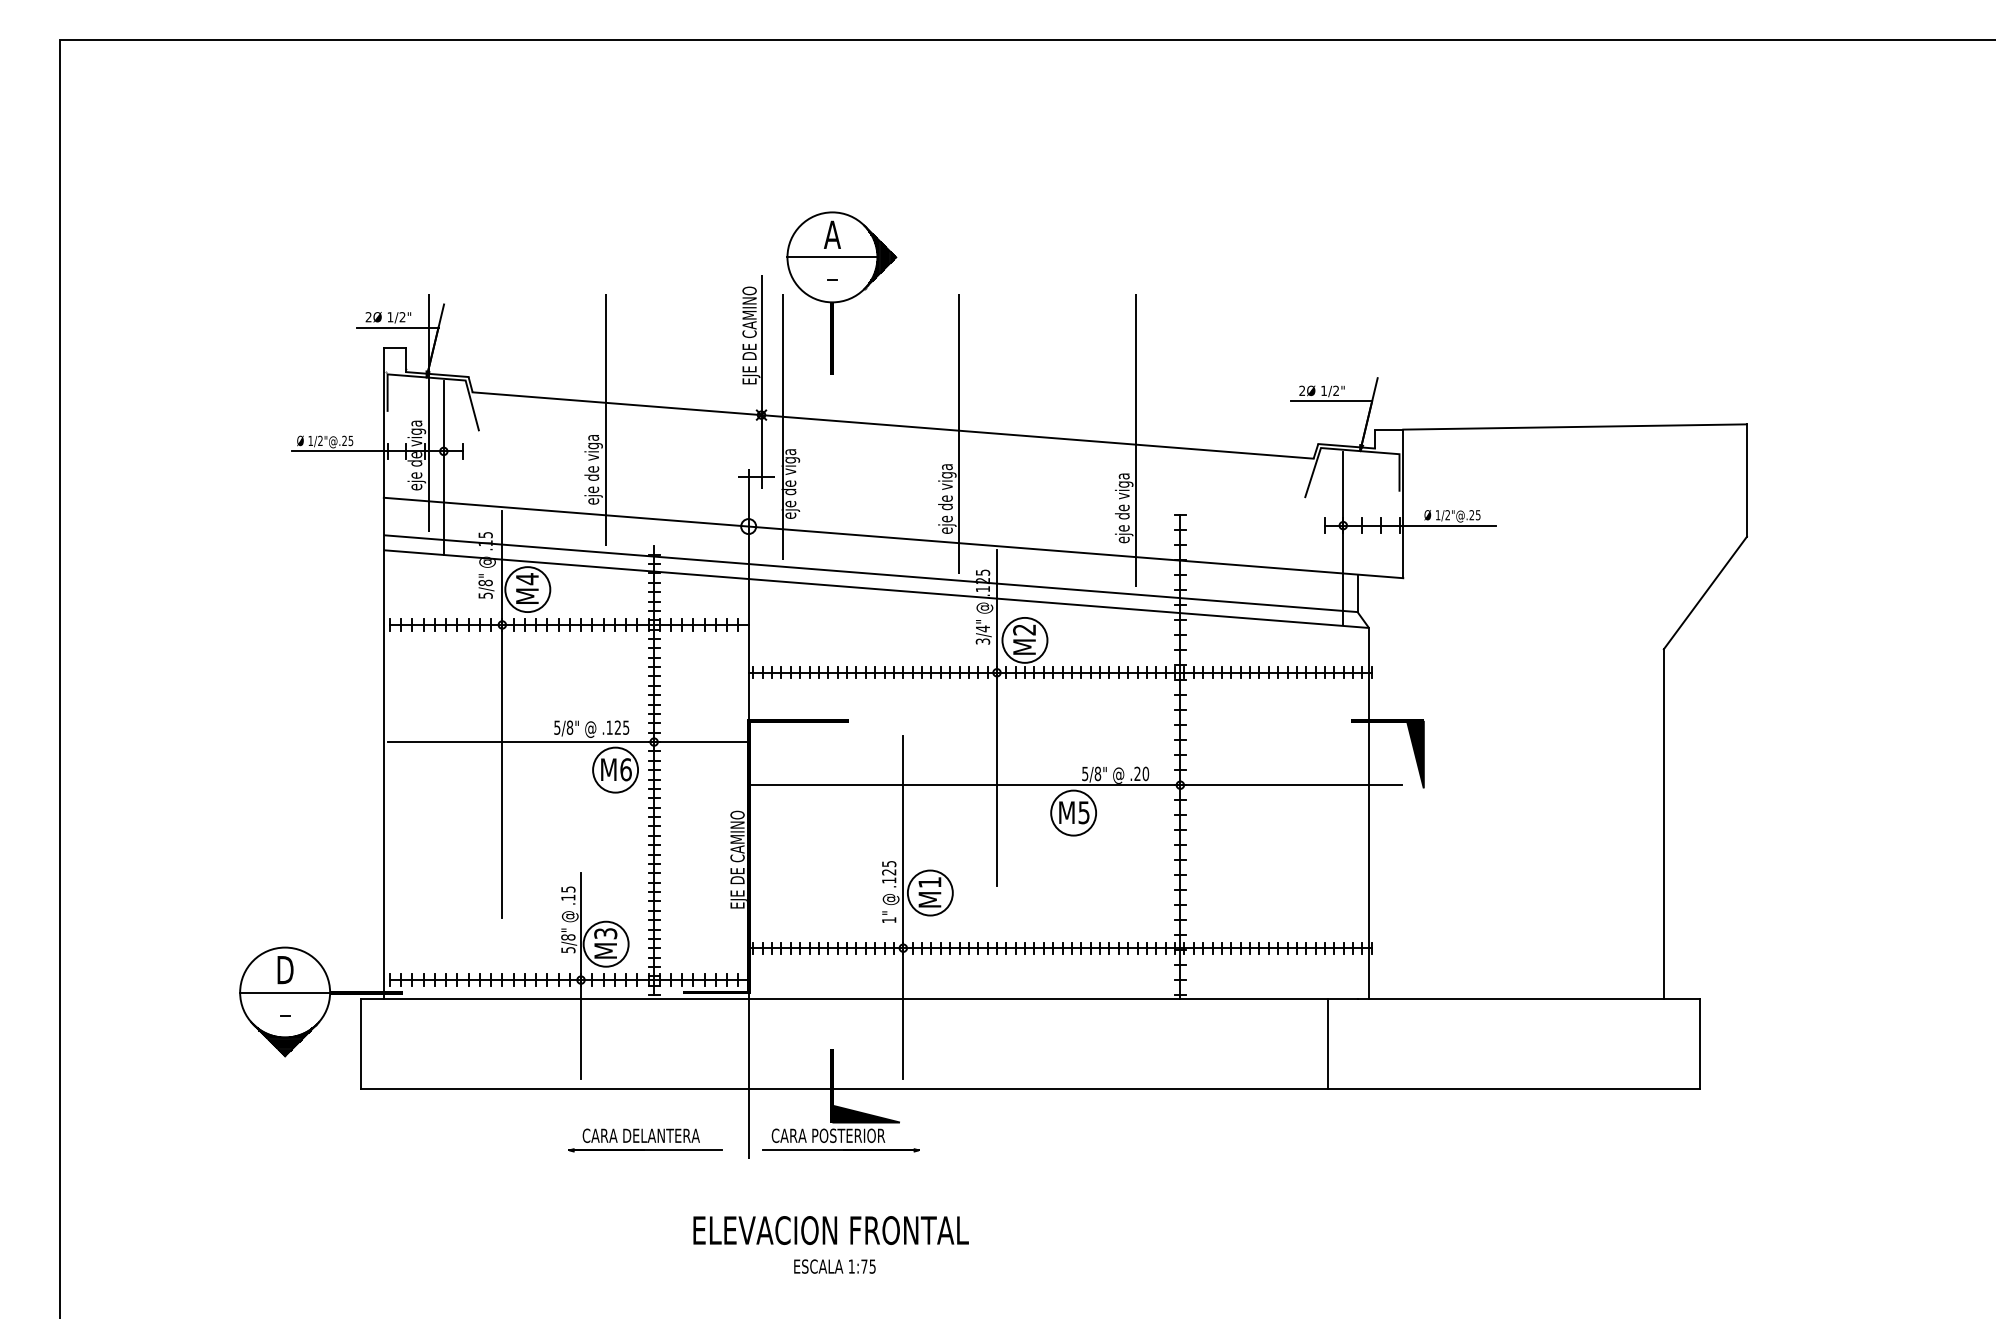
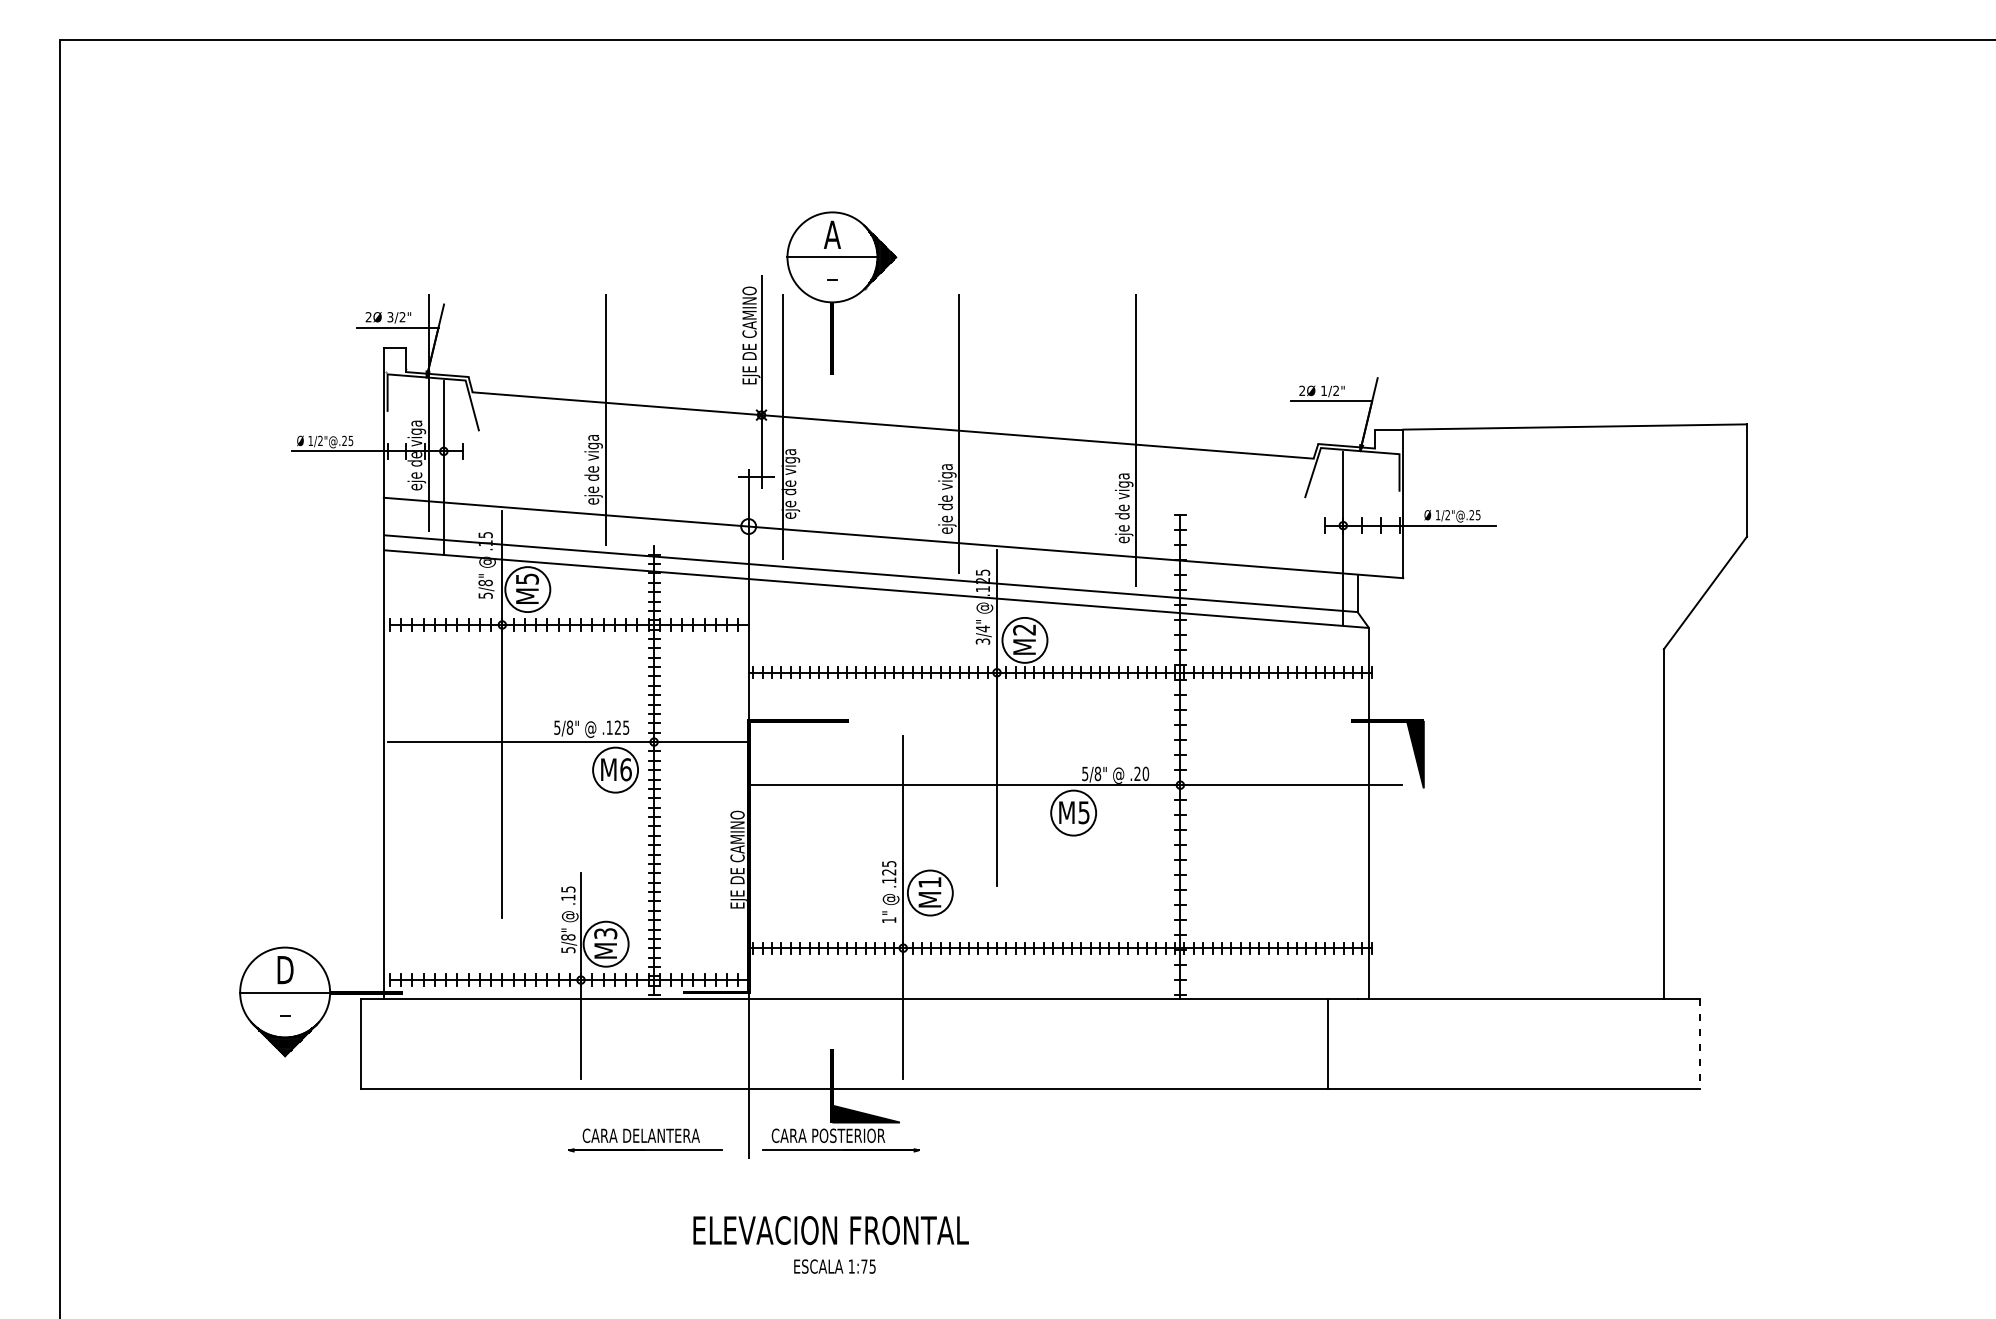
text at (390, 317): 1/2" -> 3/2"
text at (527, 579): M4 -> M5
line at (1699, 1043): solid -> dashed
